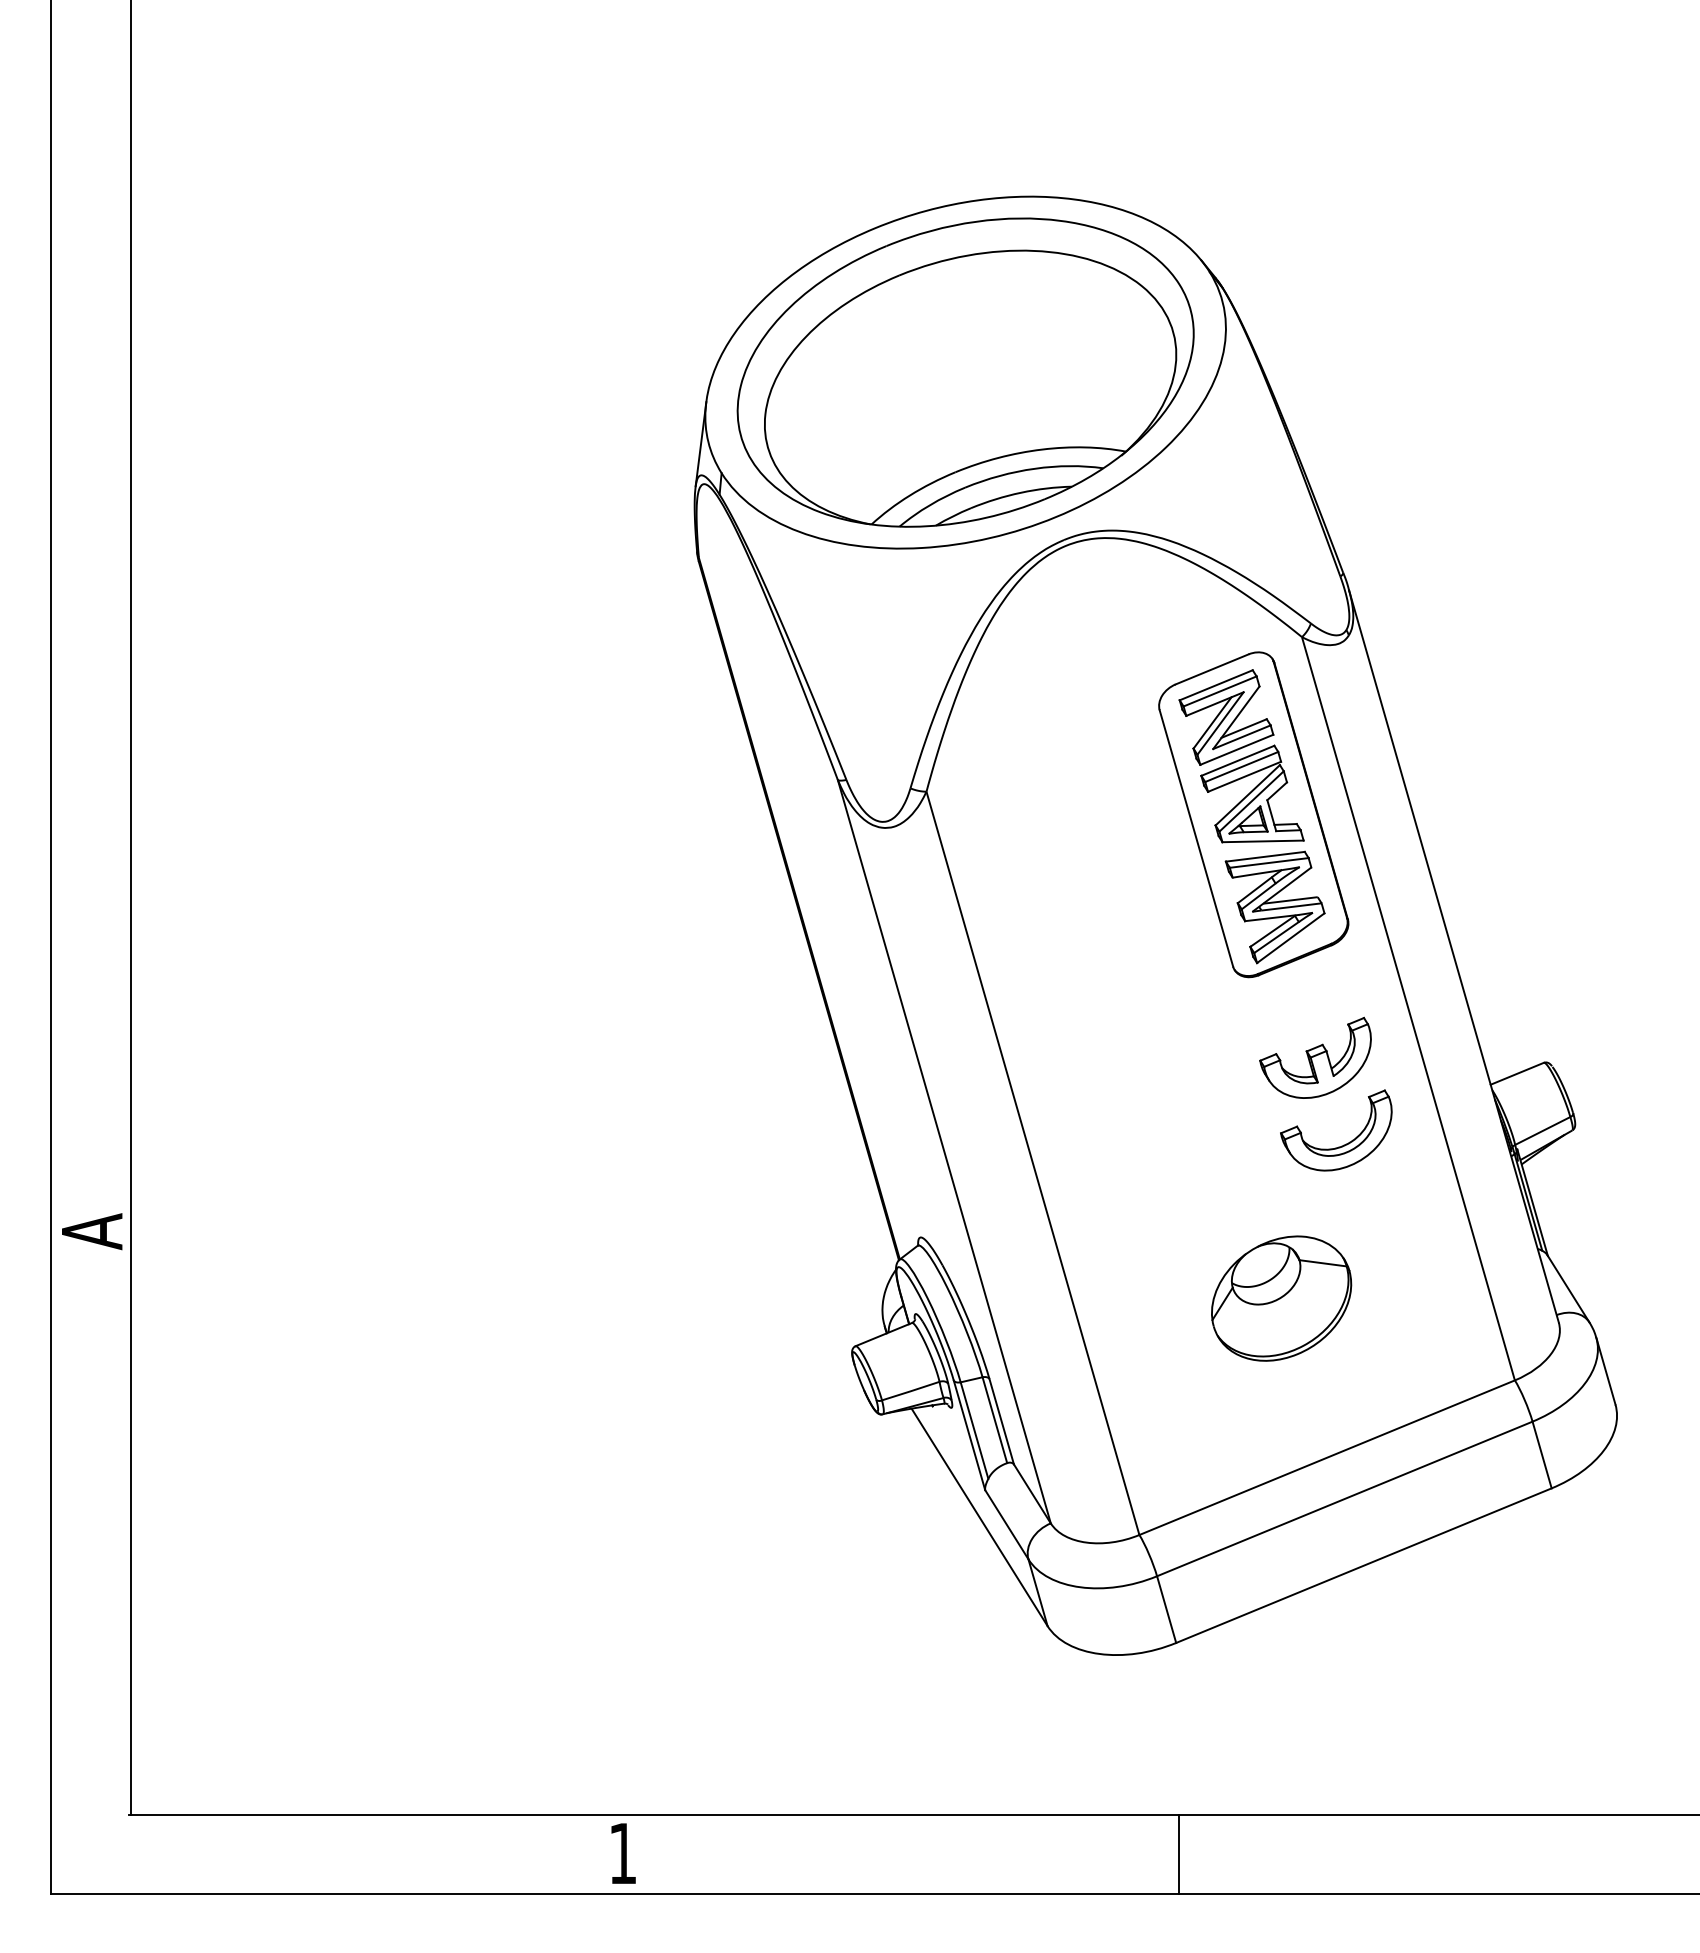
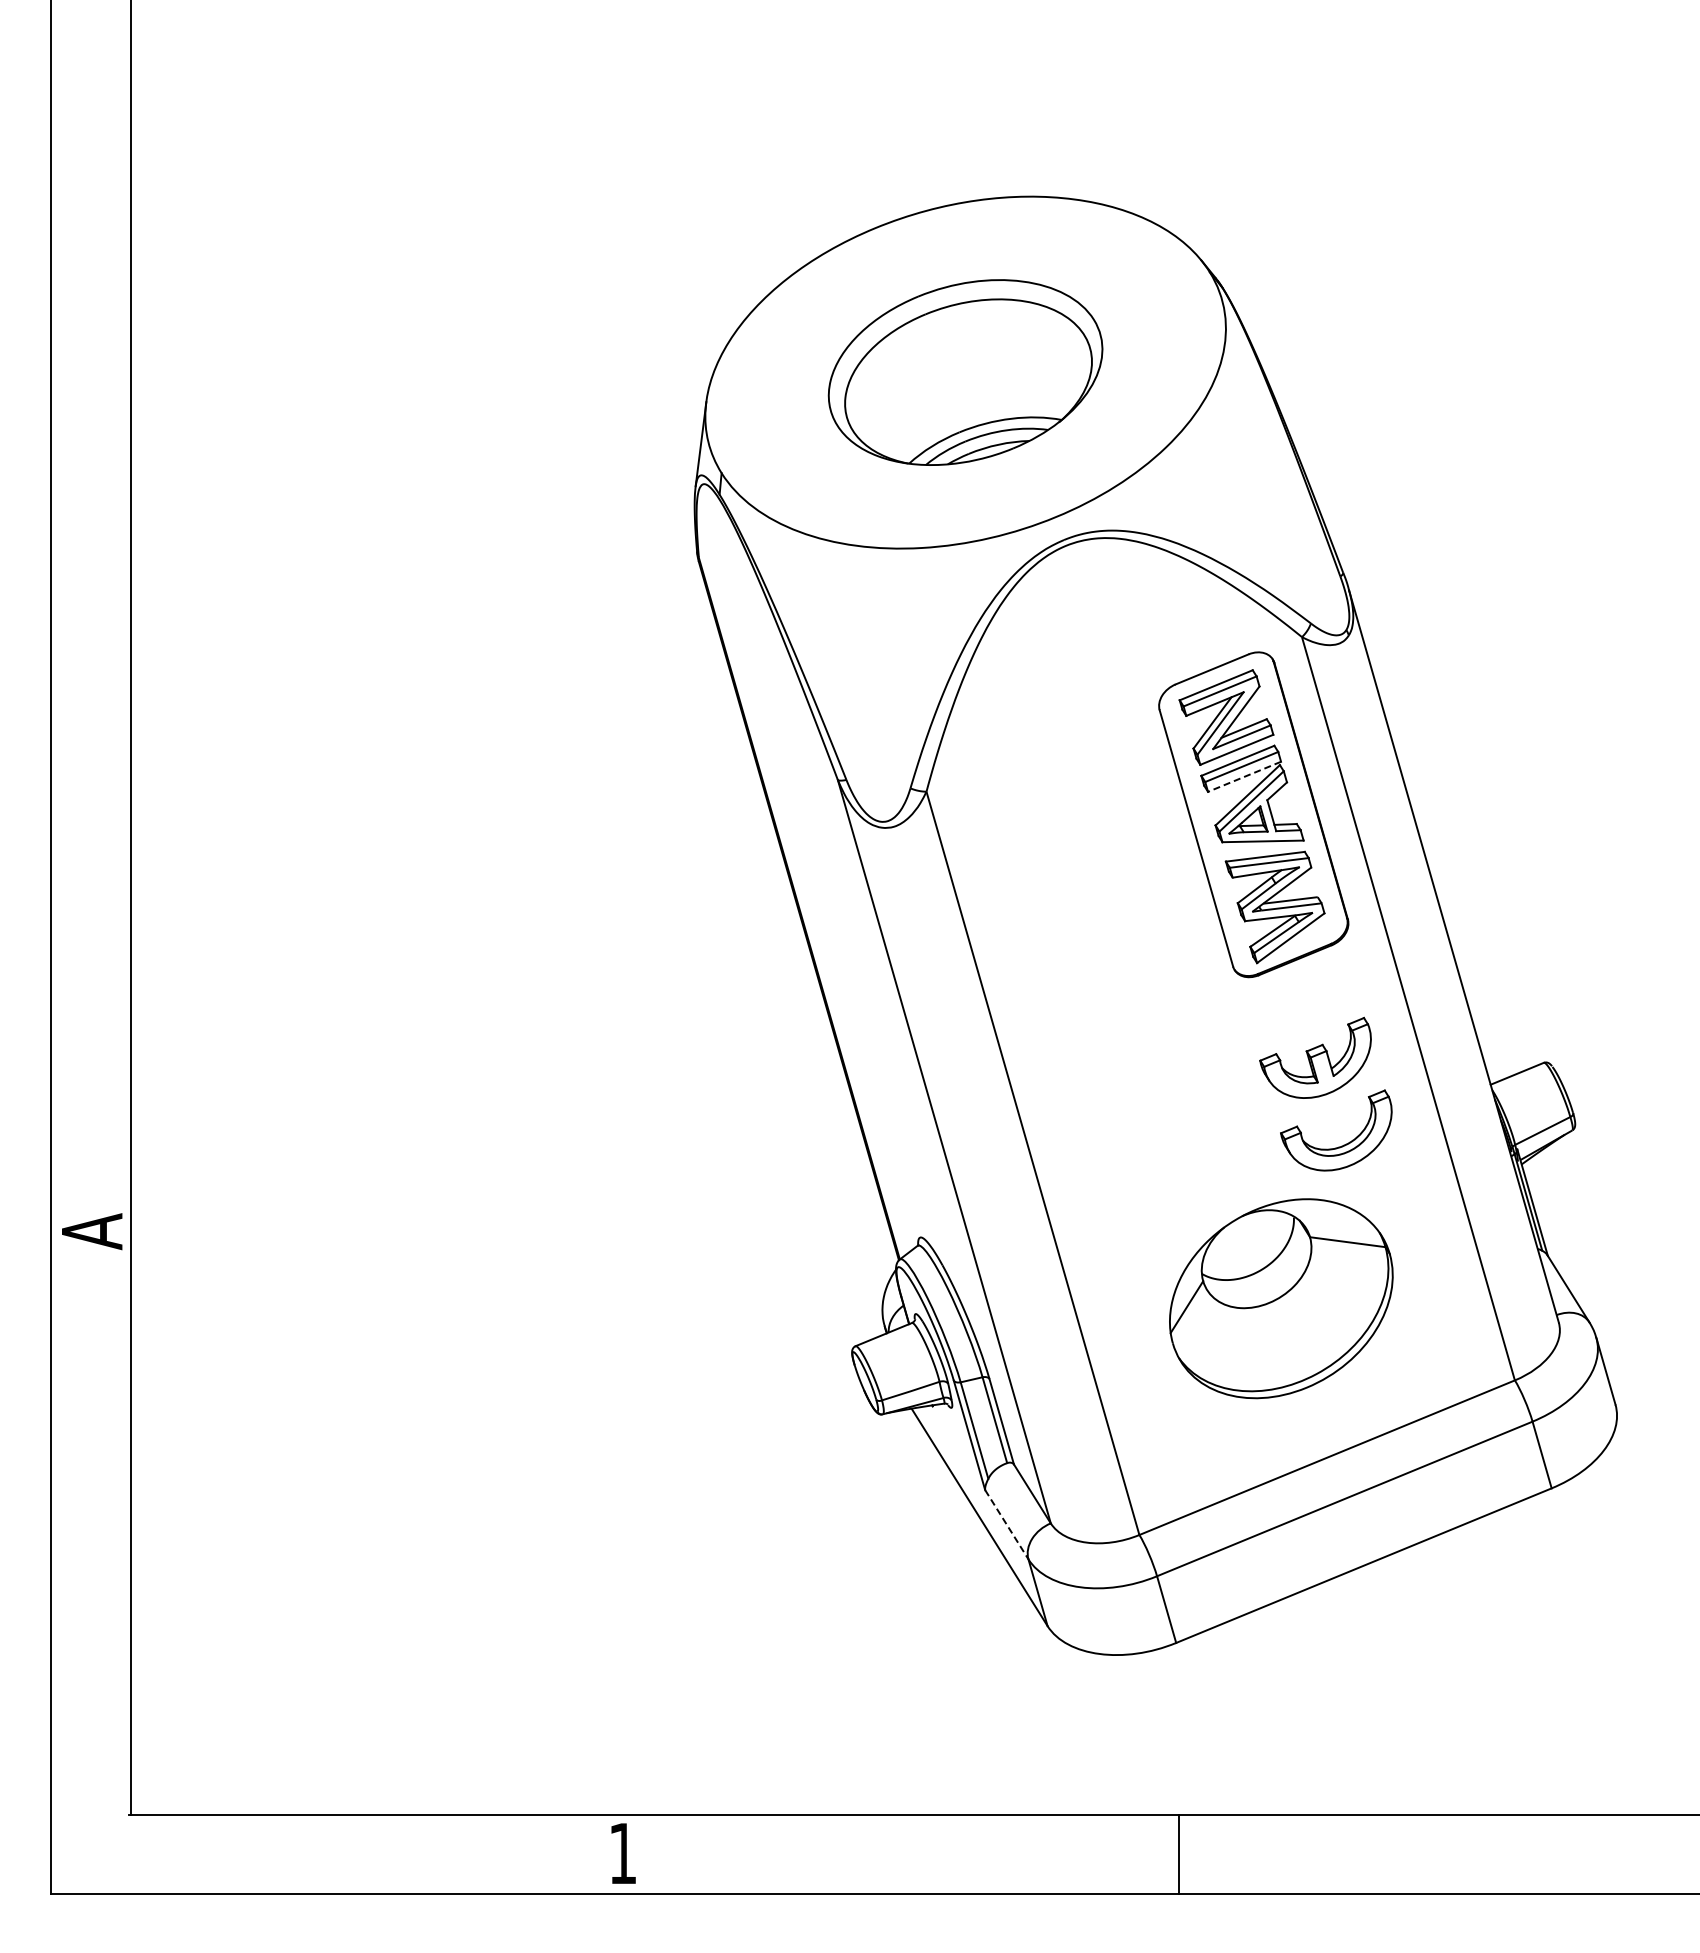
part at (965, 372) size: 459x311 px -> 277x187 px
line at (1244, 777): solid -> dashed
part at (1281, 1298) size: 142x127 px -> 225x202 px
line at (1006, 1524): solid -> dashed
